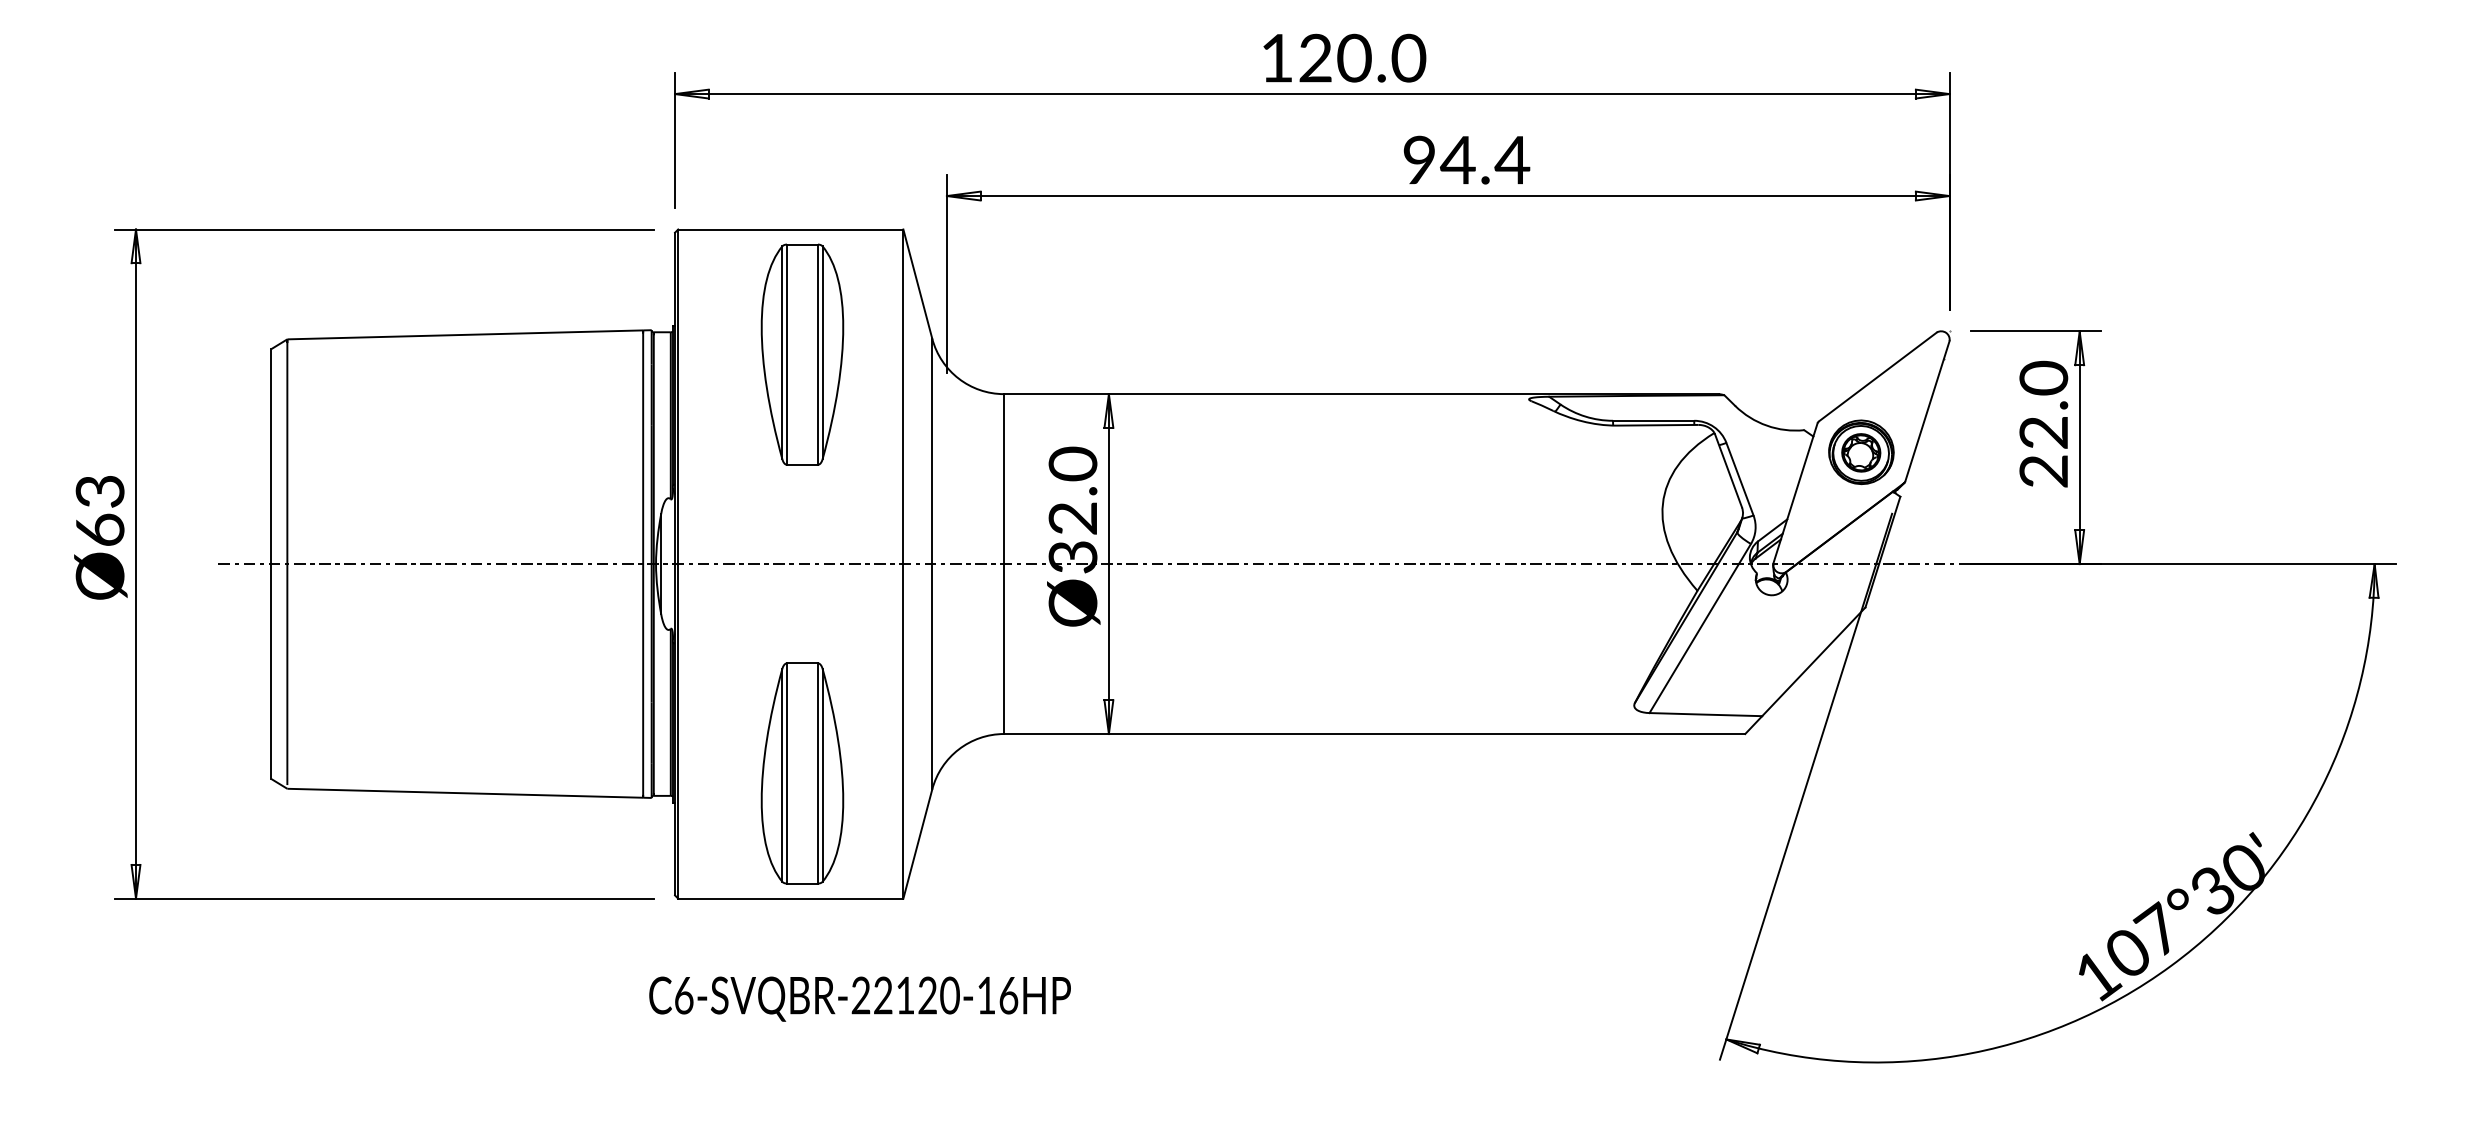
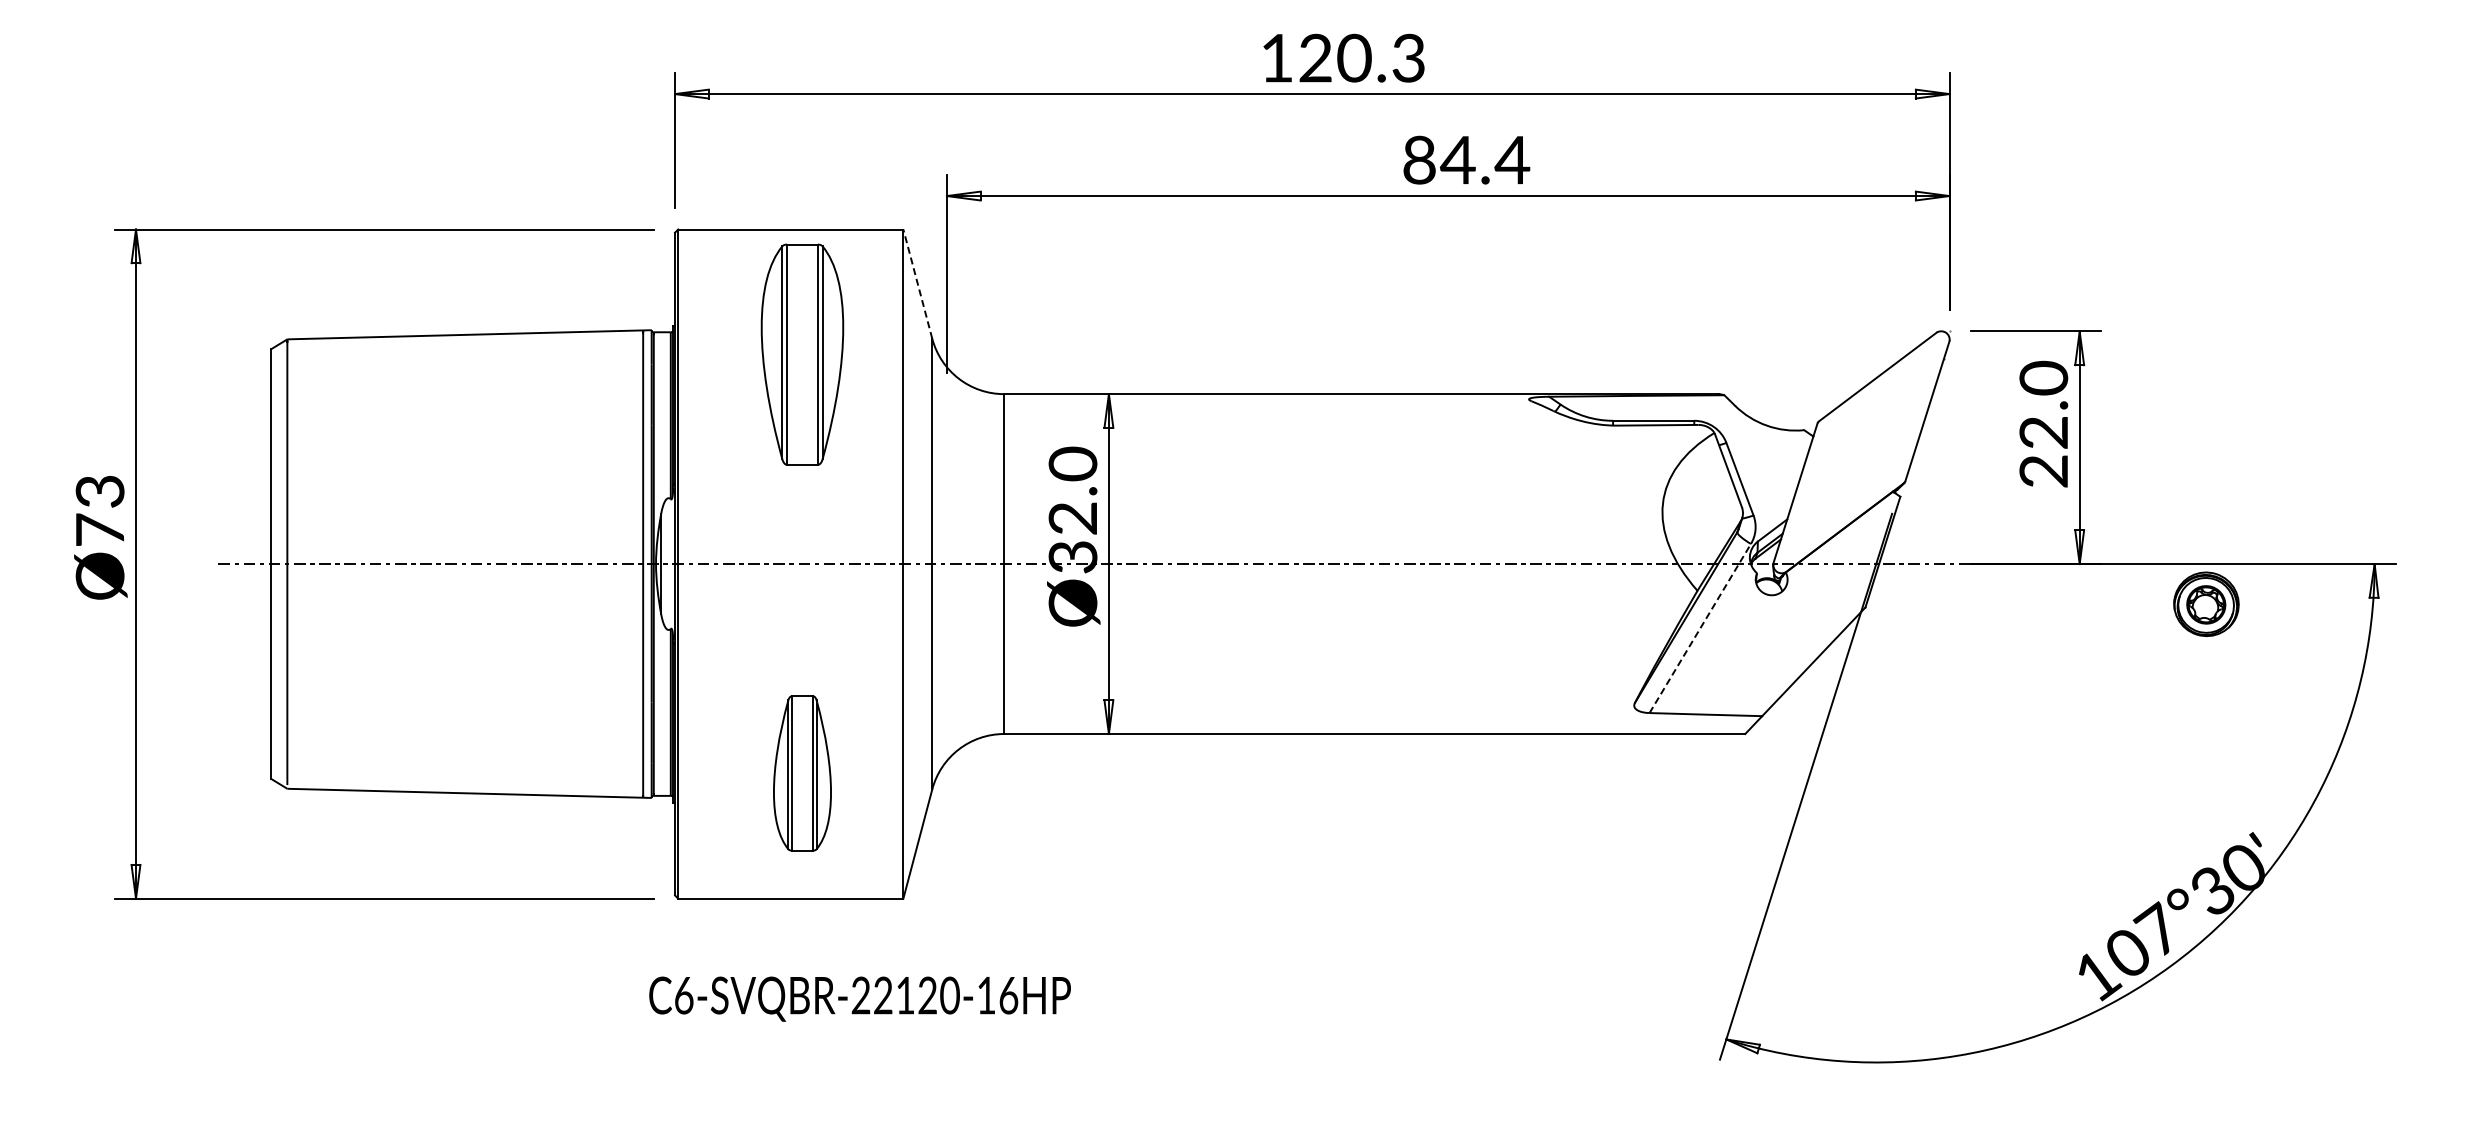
text at (1408, 58): 120.0 -> 120.3
text at (1419, 161): 94.4 -> 84.4
line at (917, 284): solid -> dashed
part at (1861, 452) position: (1861, 452) -> (2206, 604)
text at (100, 529): Ø63 -> Ø73
line at (1700, 628): solid -> dashed
part at (802, 773) size: 85x223 px -> 59x157 px
